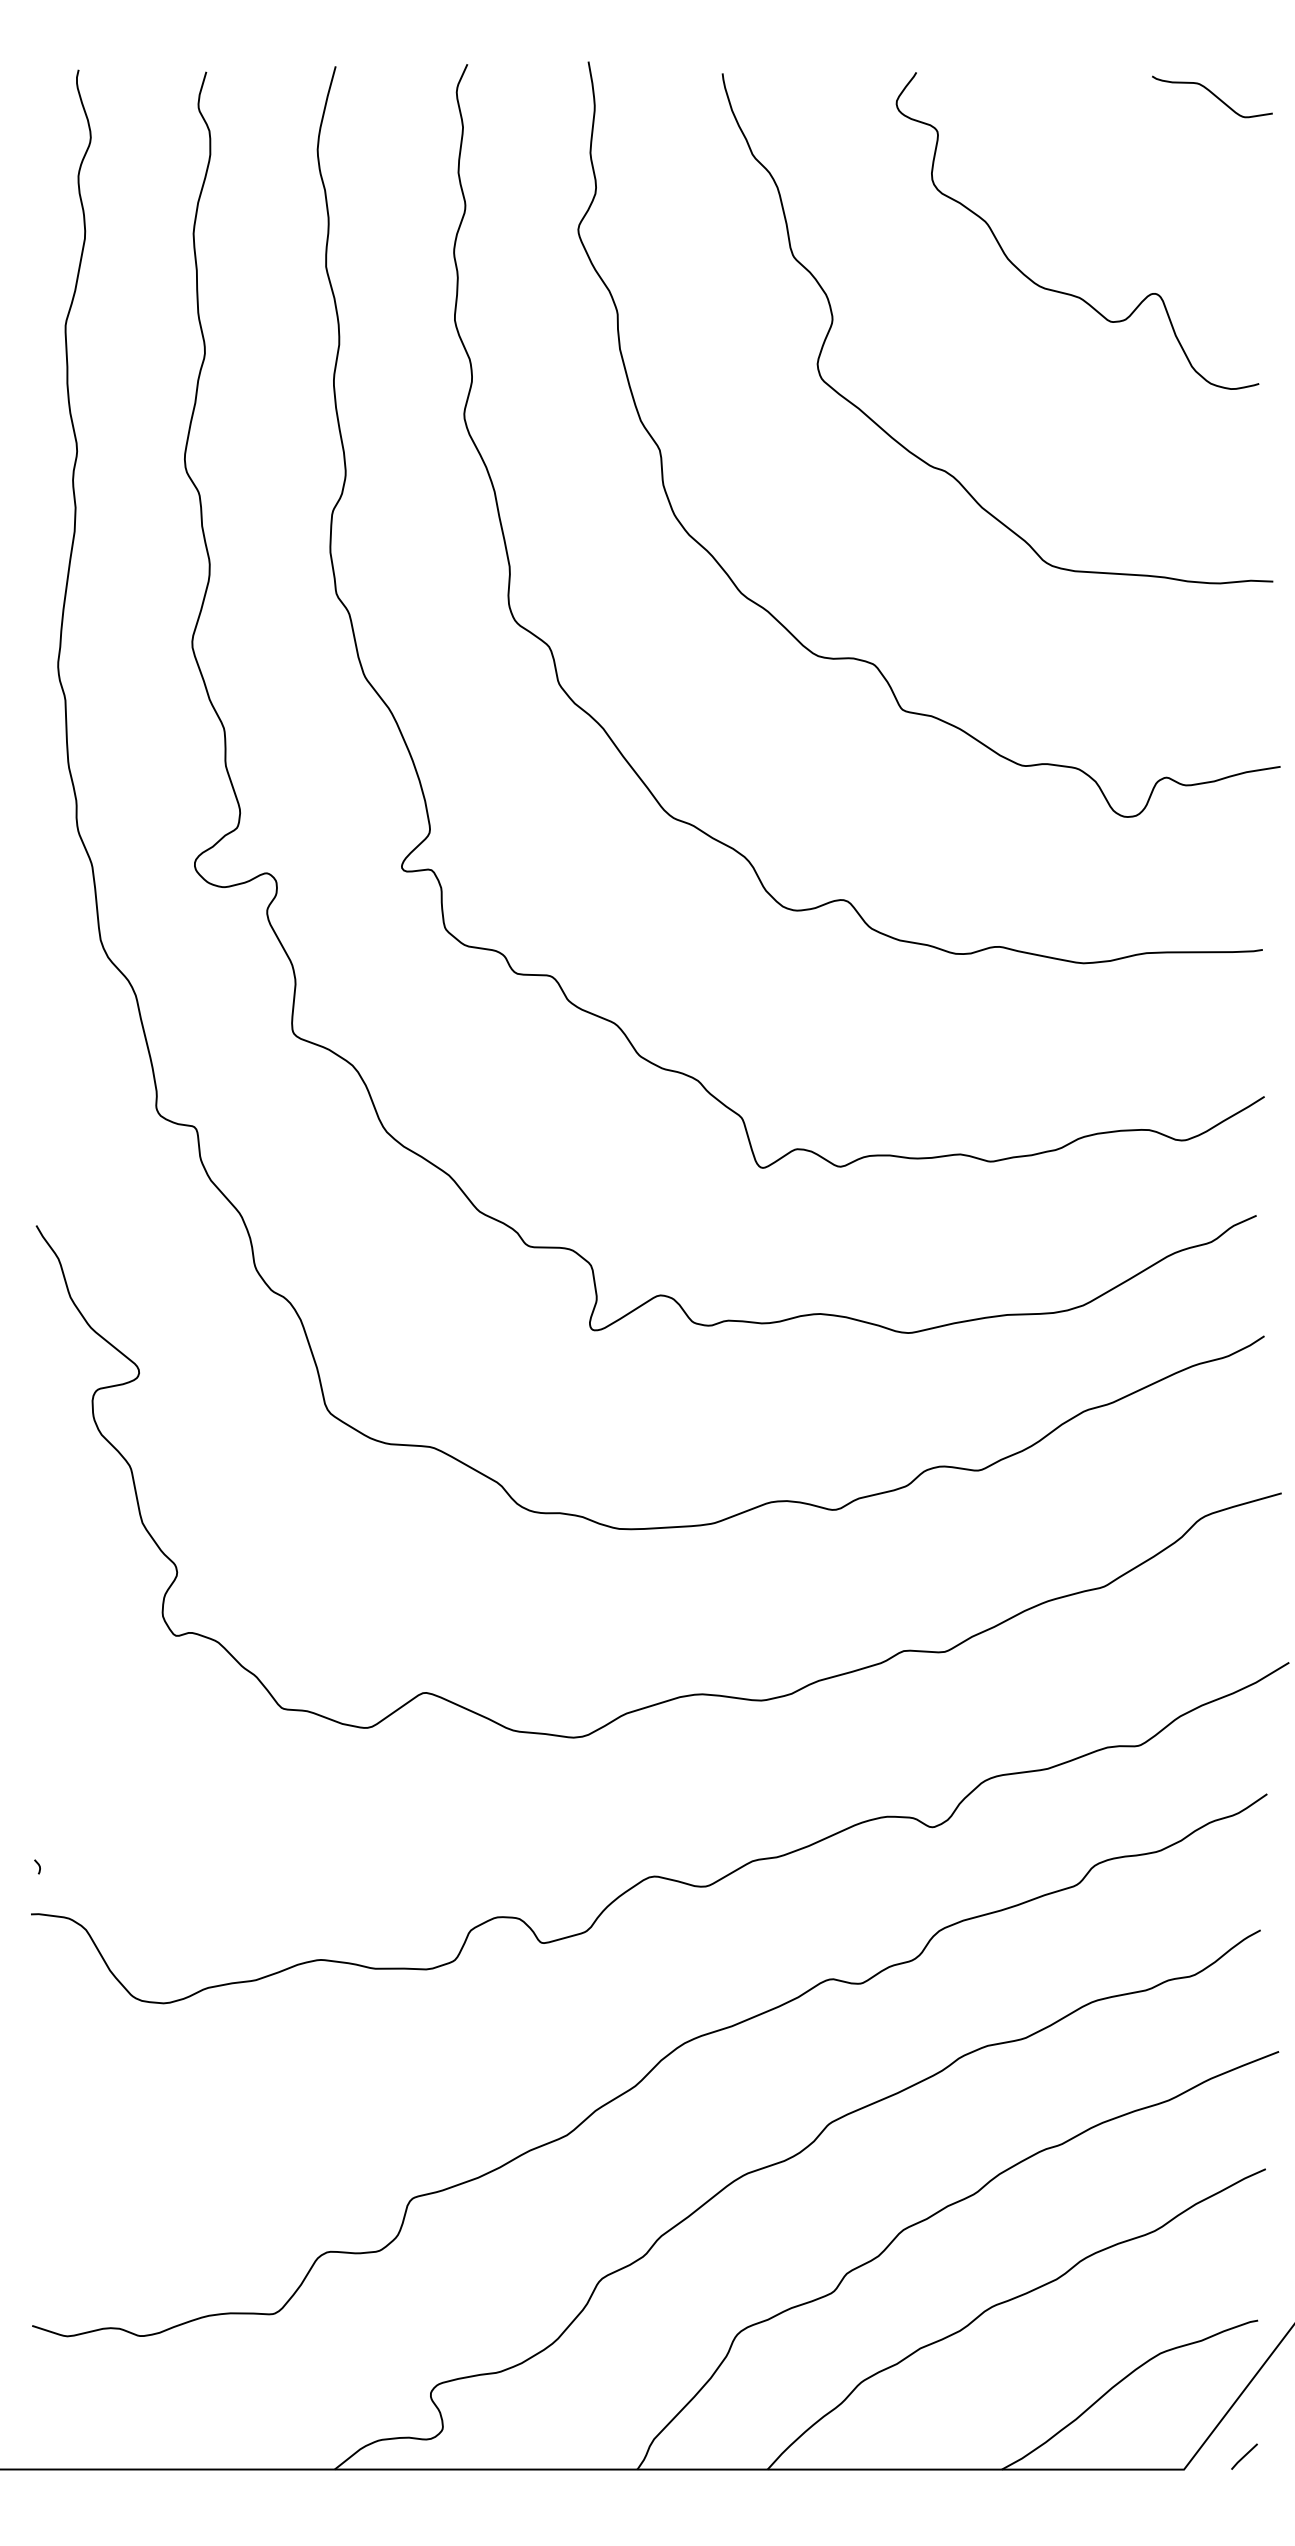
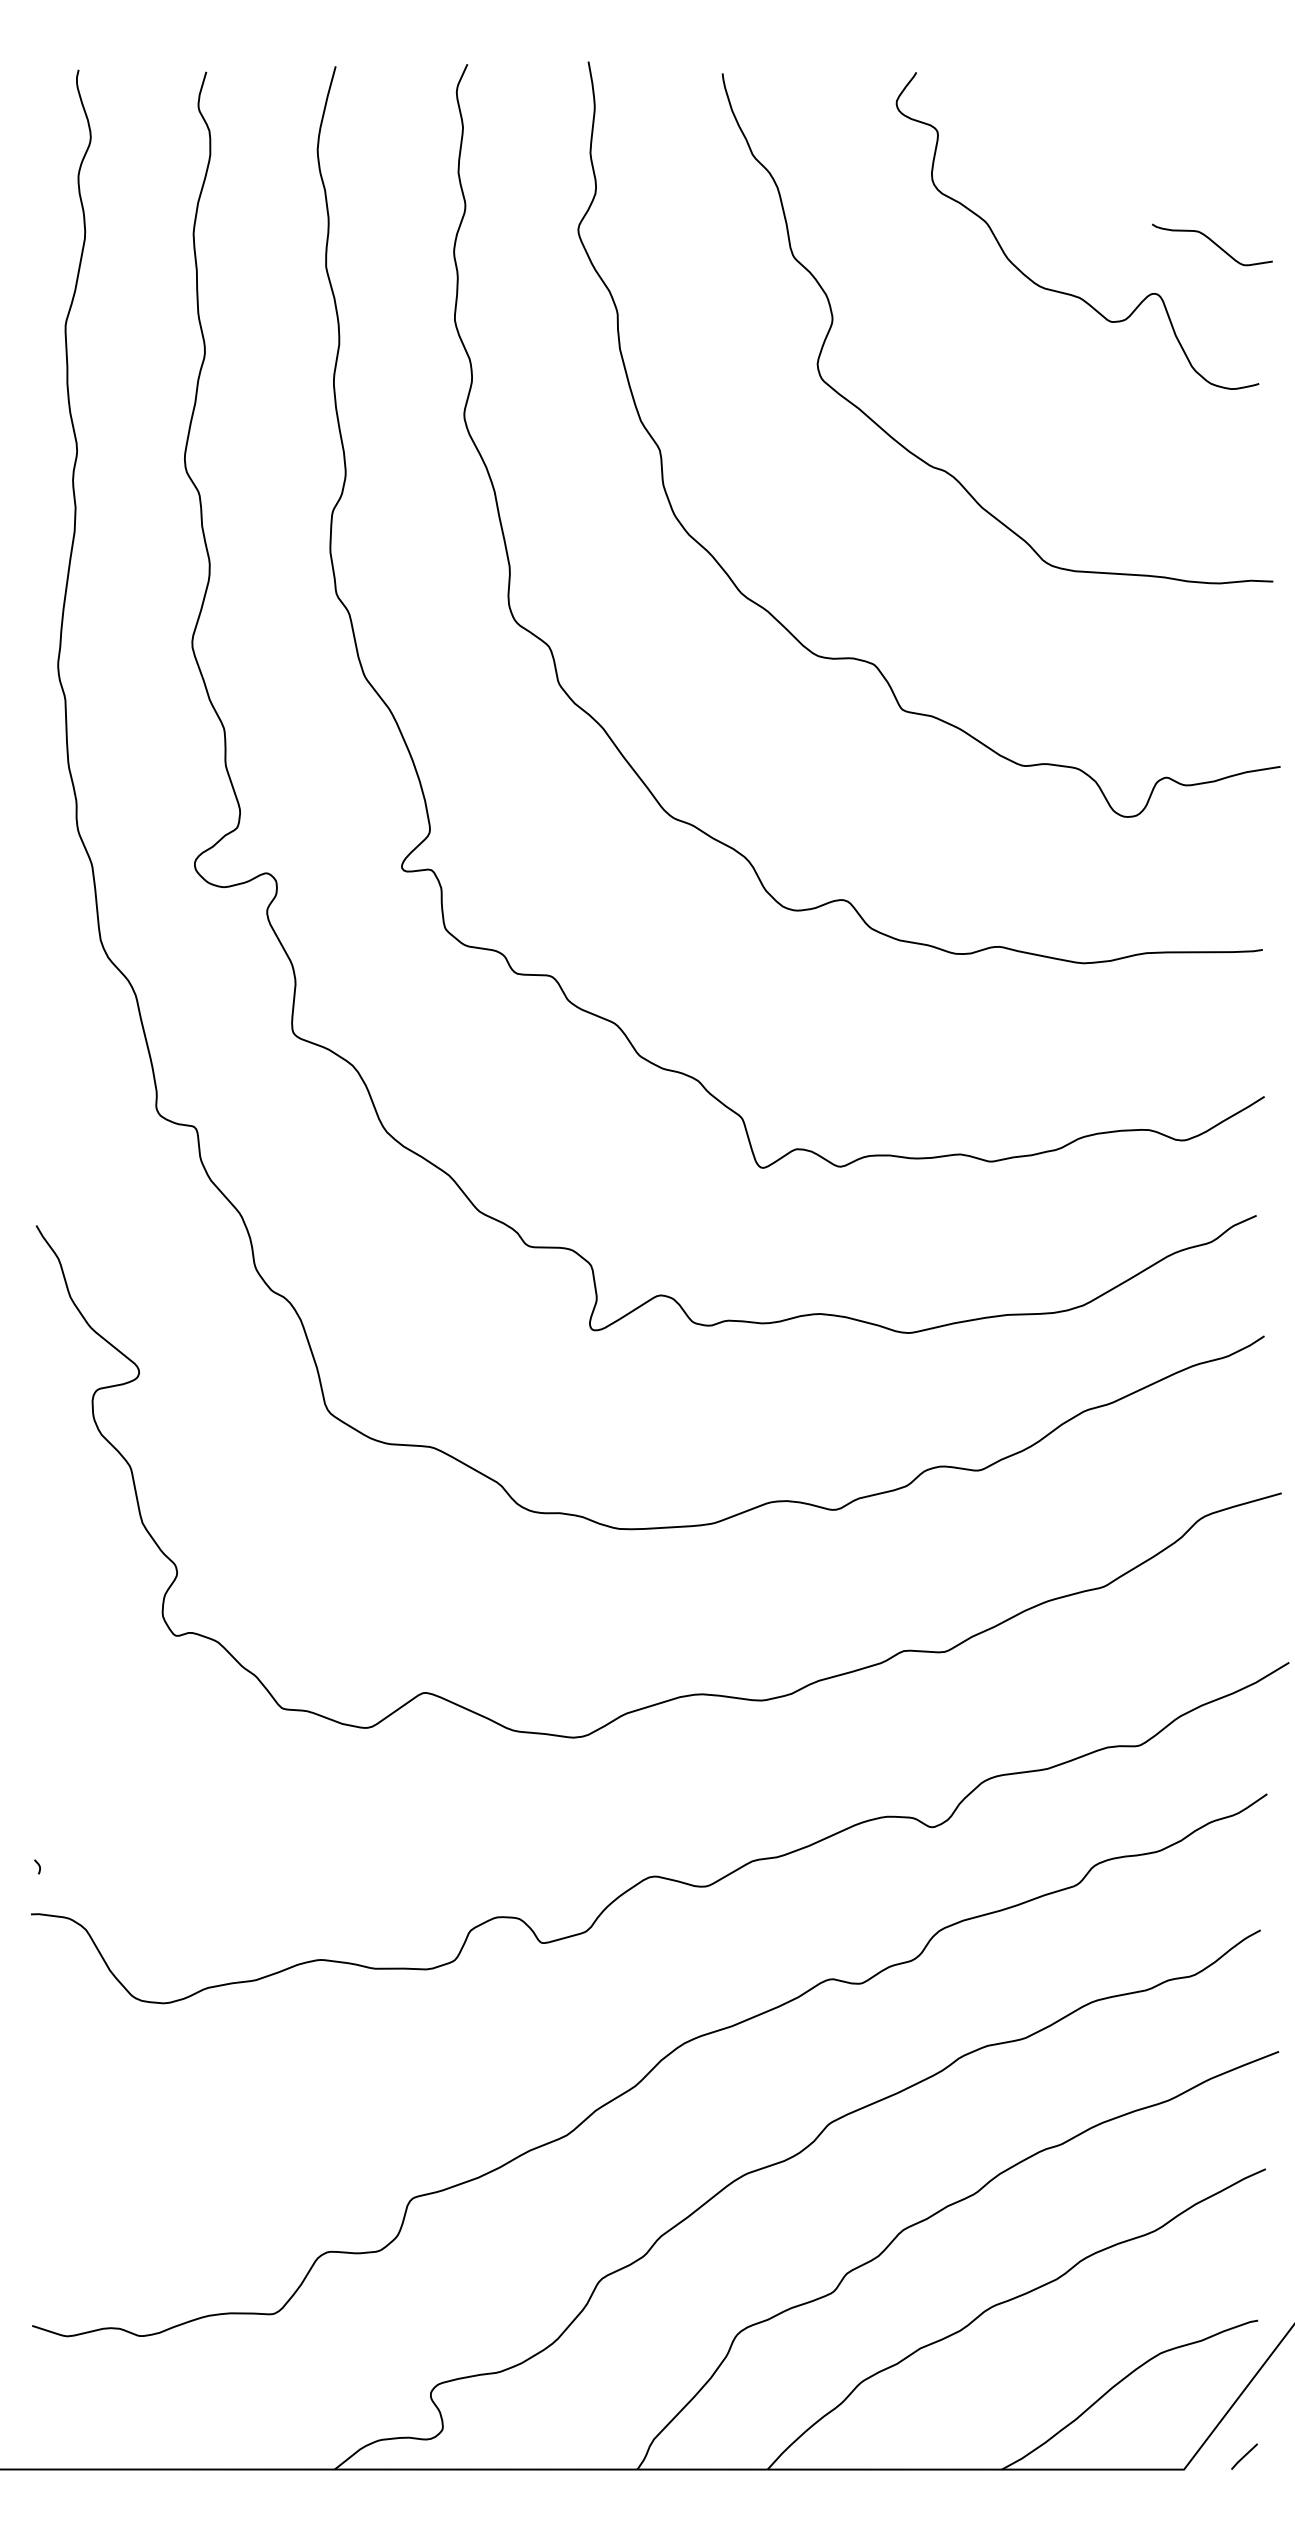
curve at (1213, 95) position: (1213, 95) -> (1213, 243)
